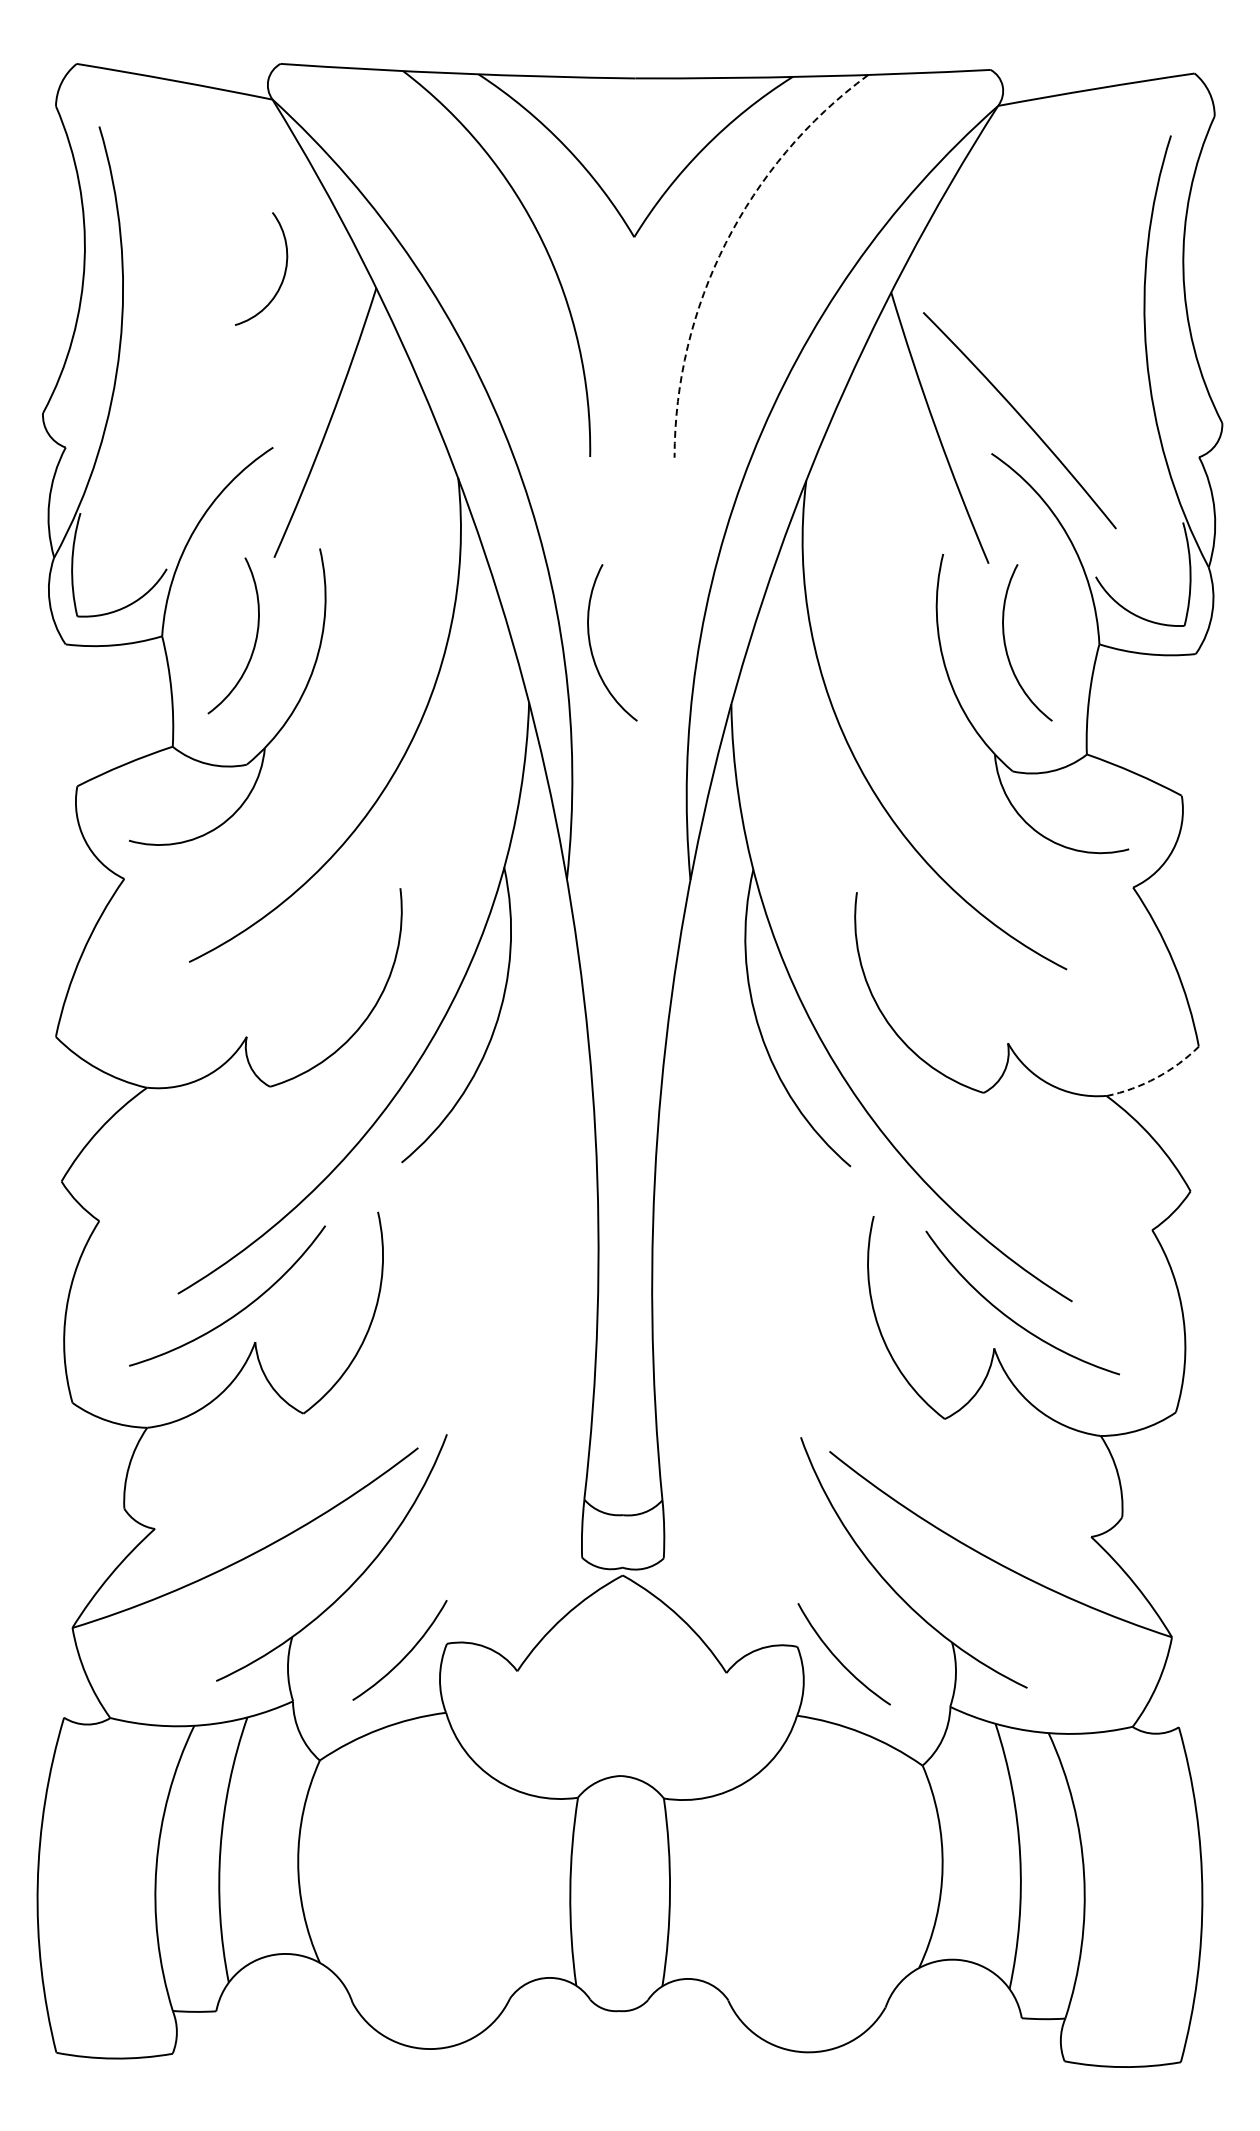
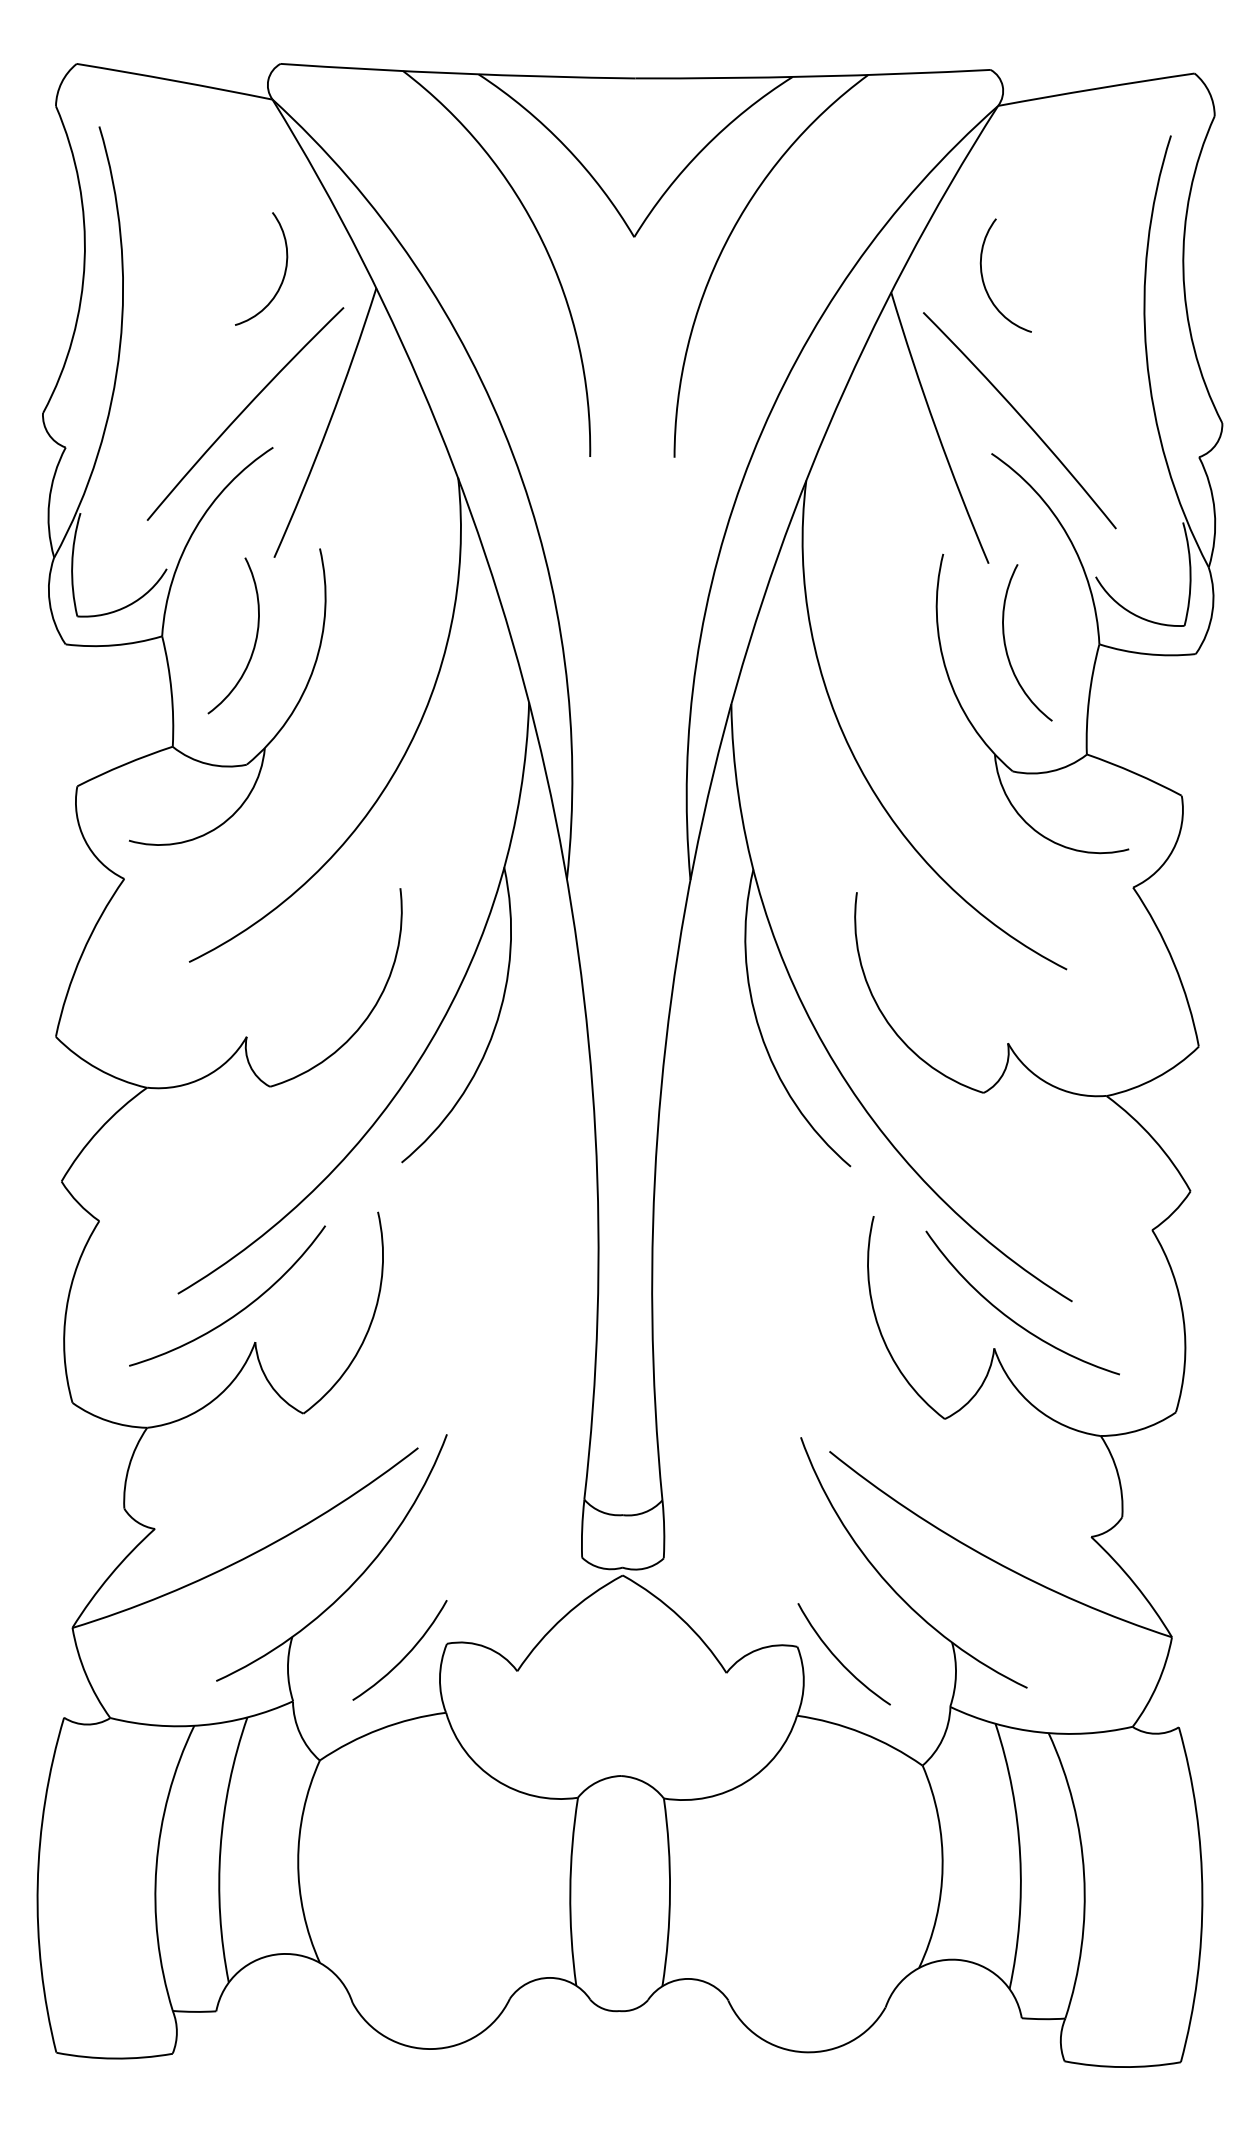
arc at (725, 243): dashed -> solid
arc at (984, 281): none -> present
arc at (244, 411): none -> present
arc at (591, 645): present -> none
arc at (1156, 1077): dashed -> solid
